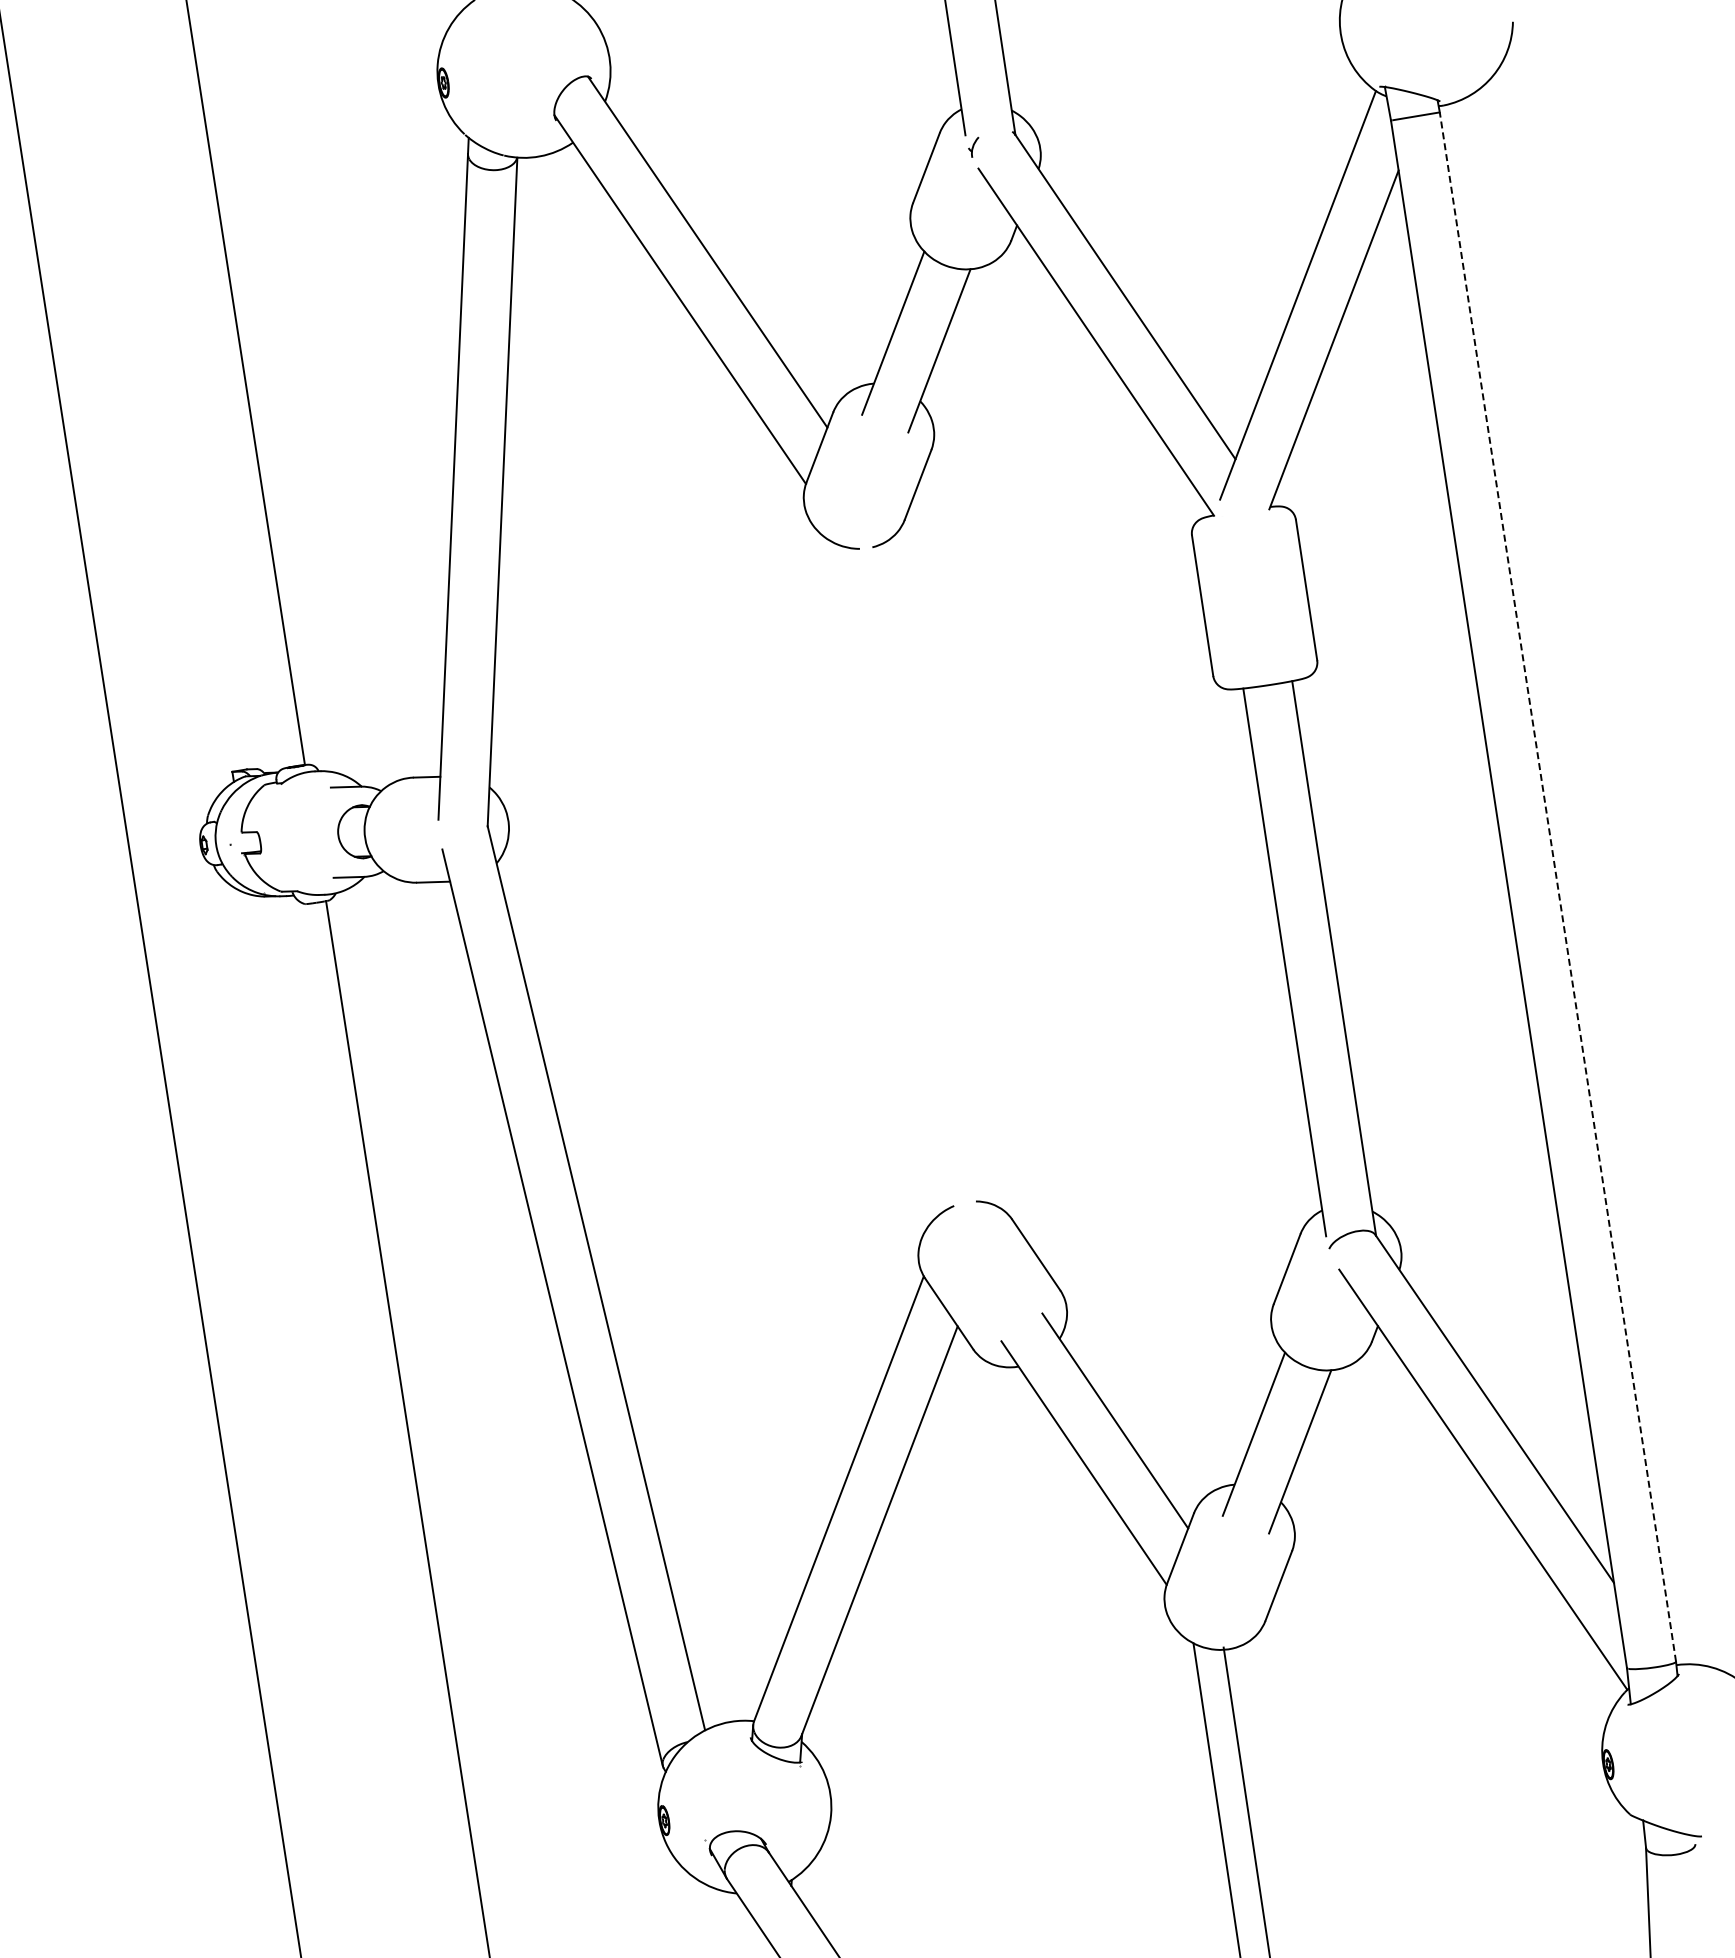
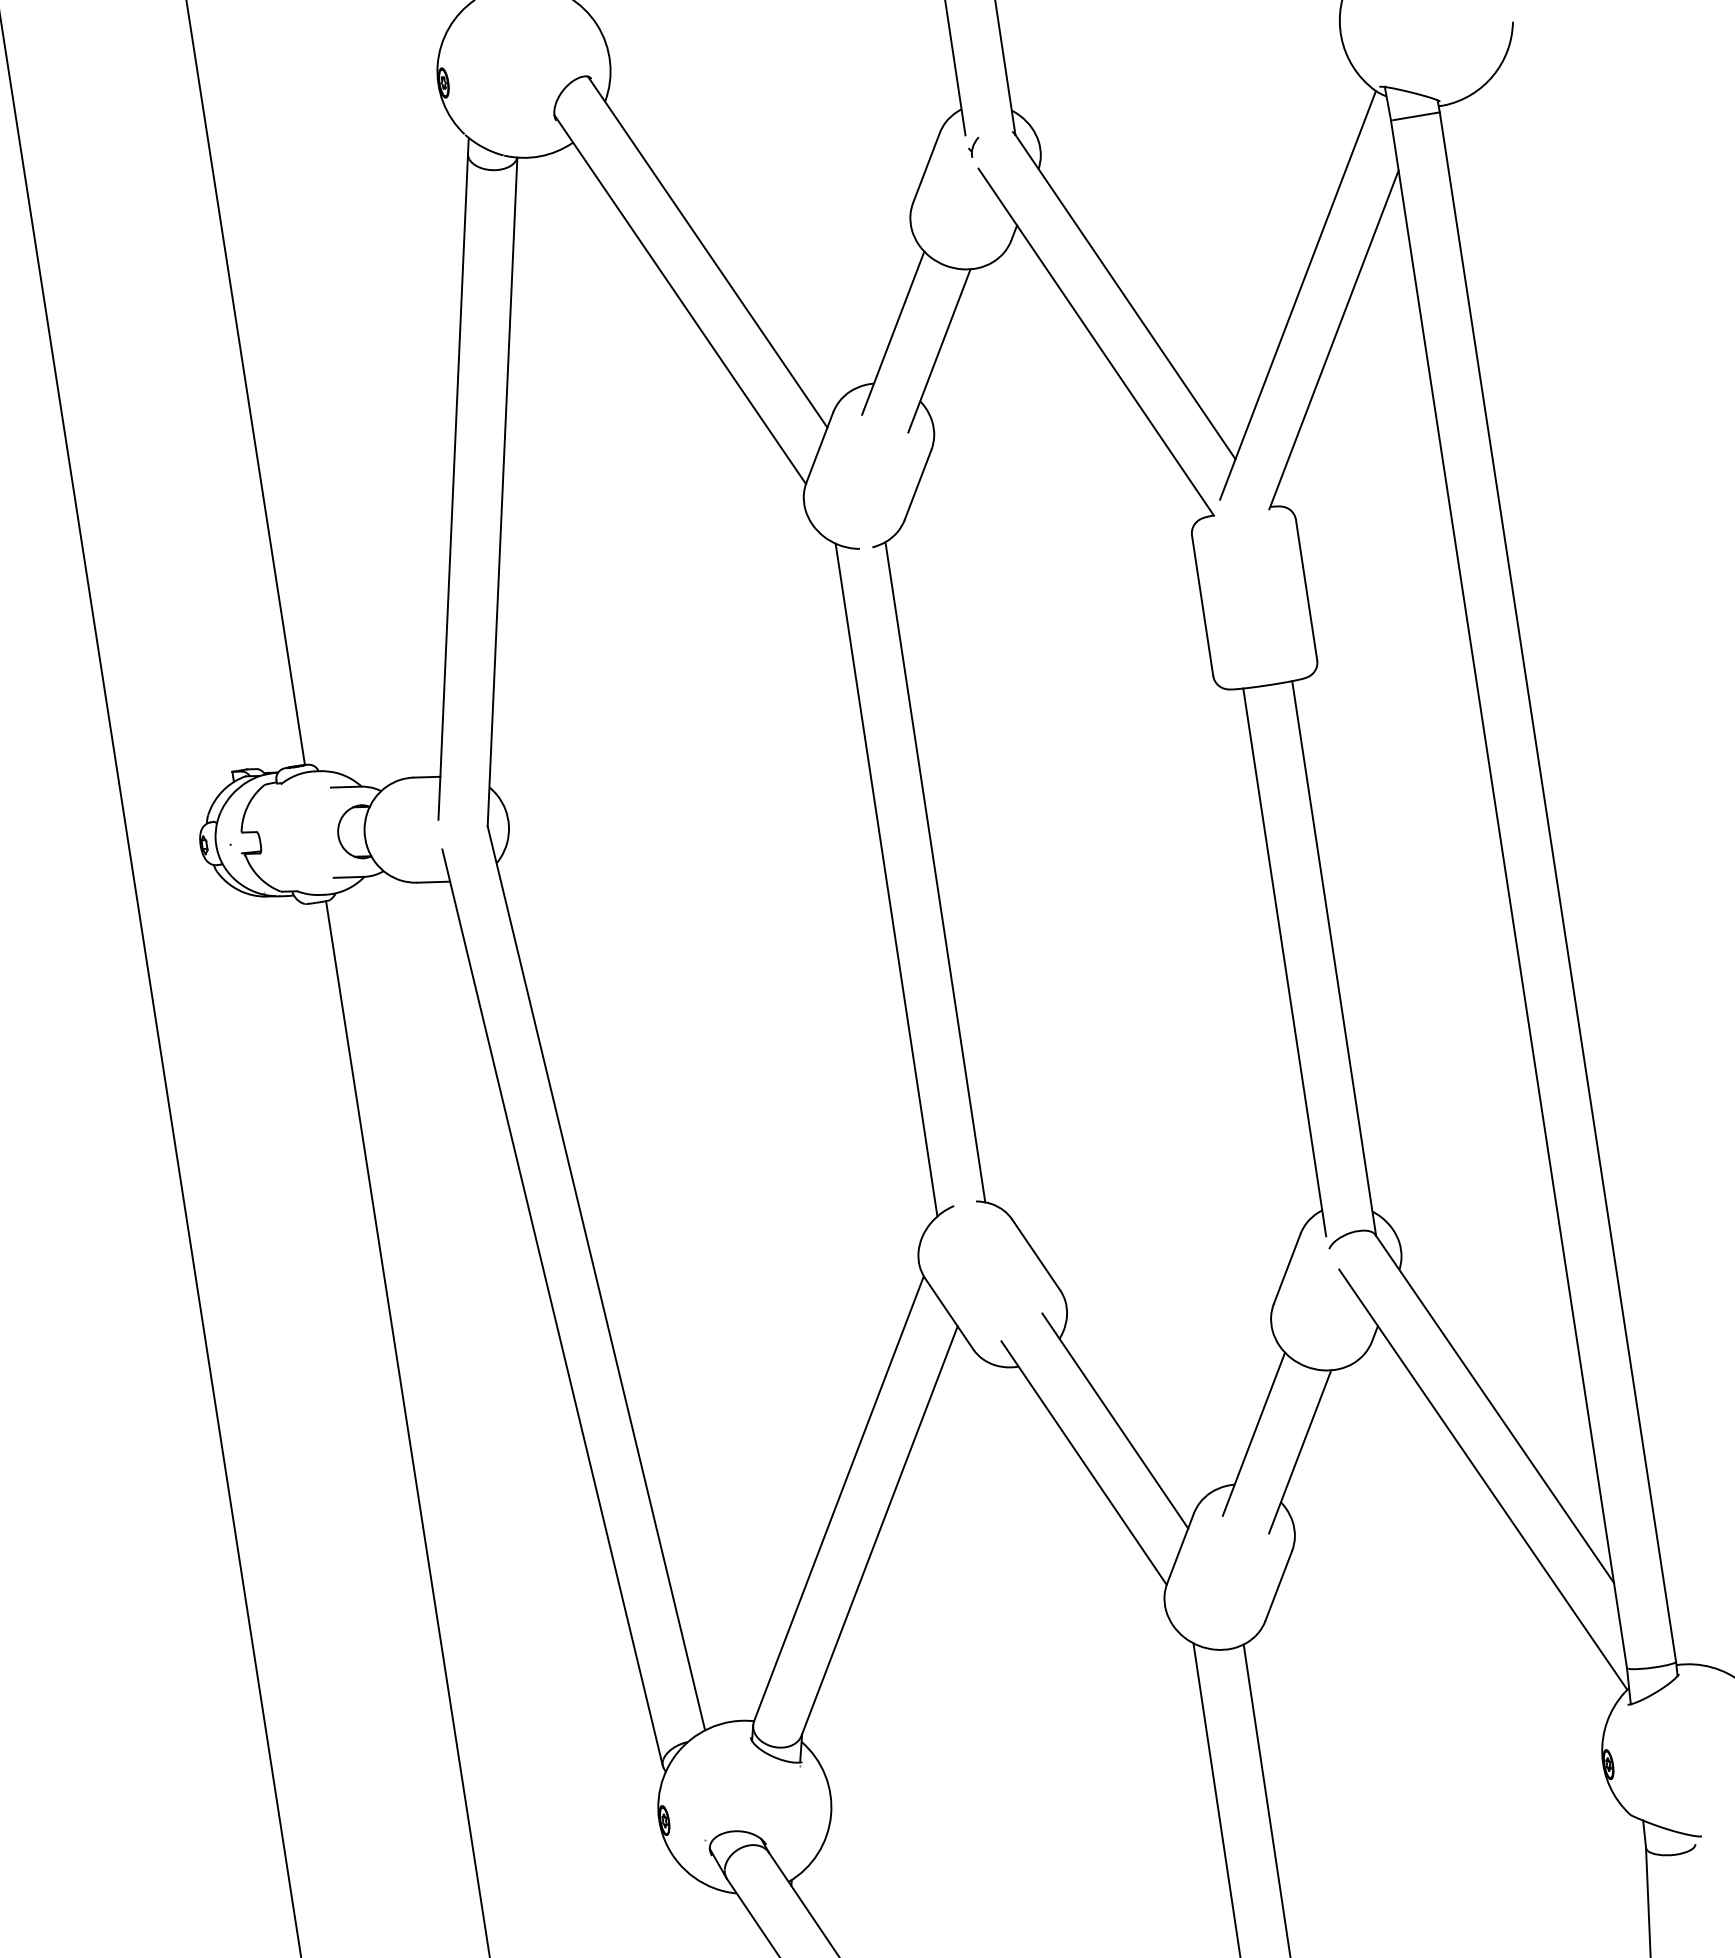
line at (935, 872): none -> present
line at (886, 879): none -> present
line at (1557, 887): dashed -> solid
line at (1246, 1800) position: (1246, 1800) -> (1266, 1799)
